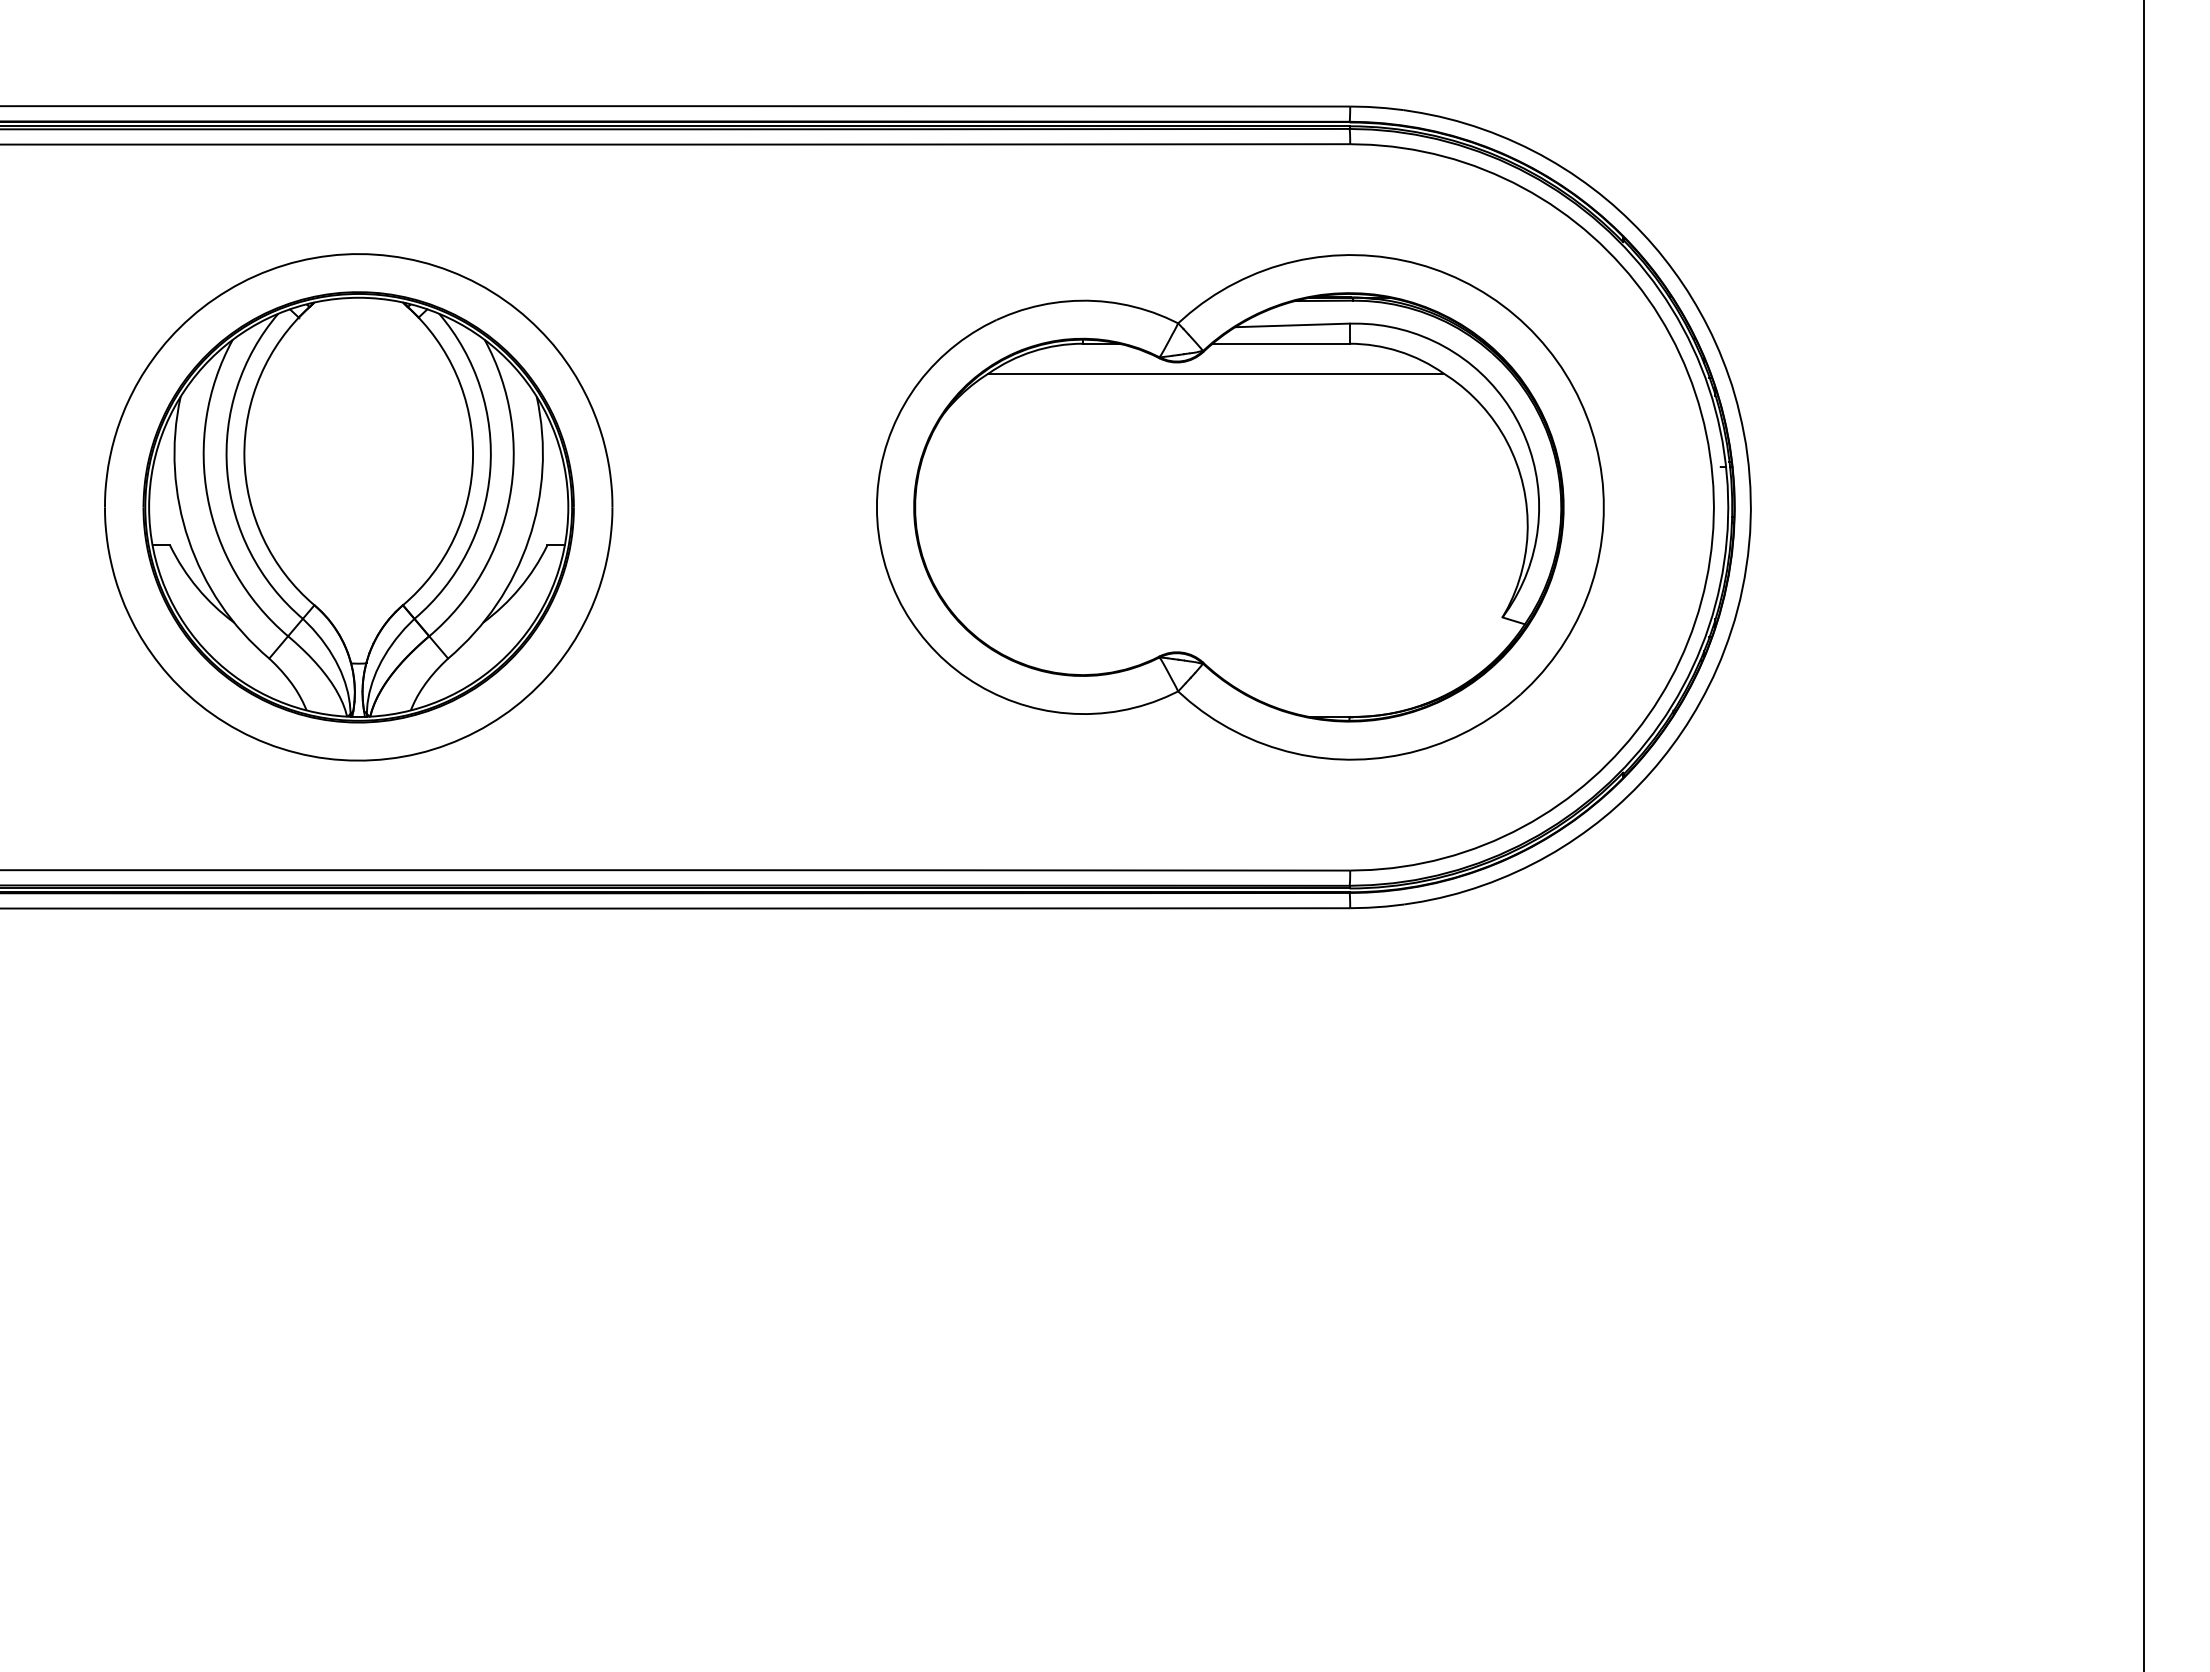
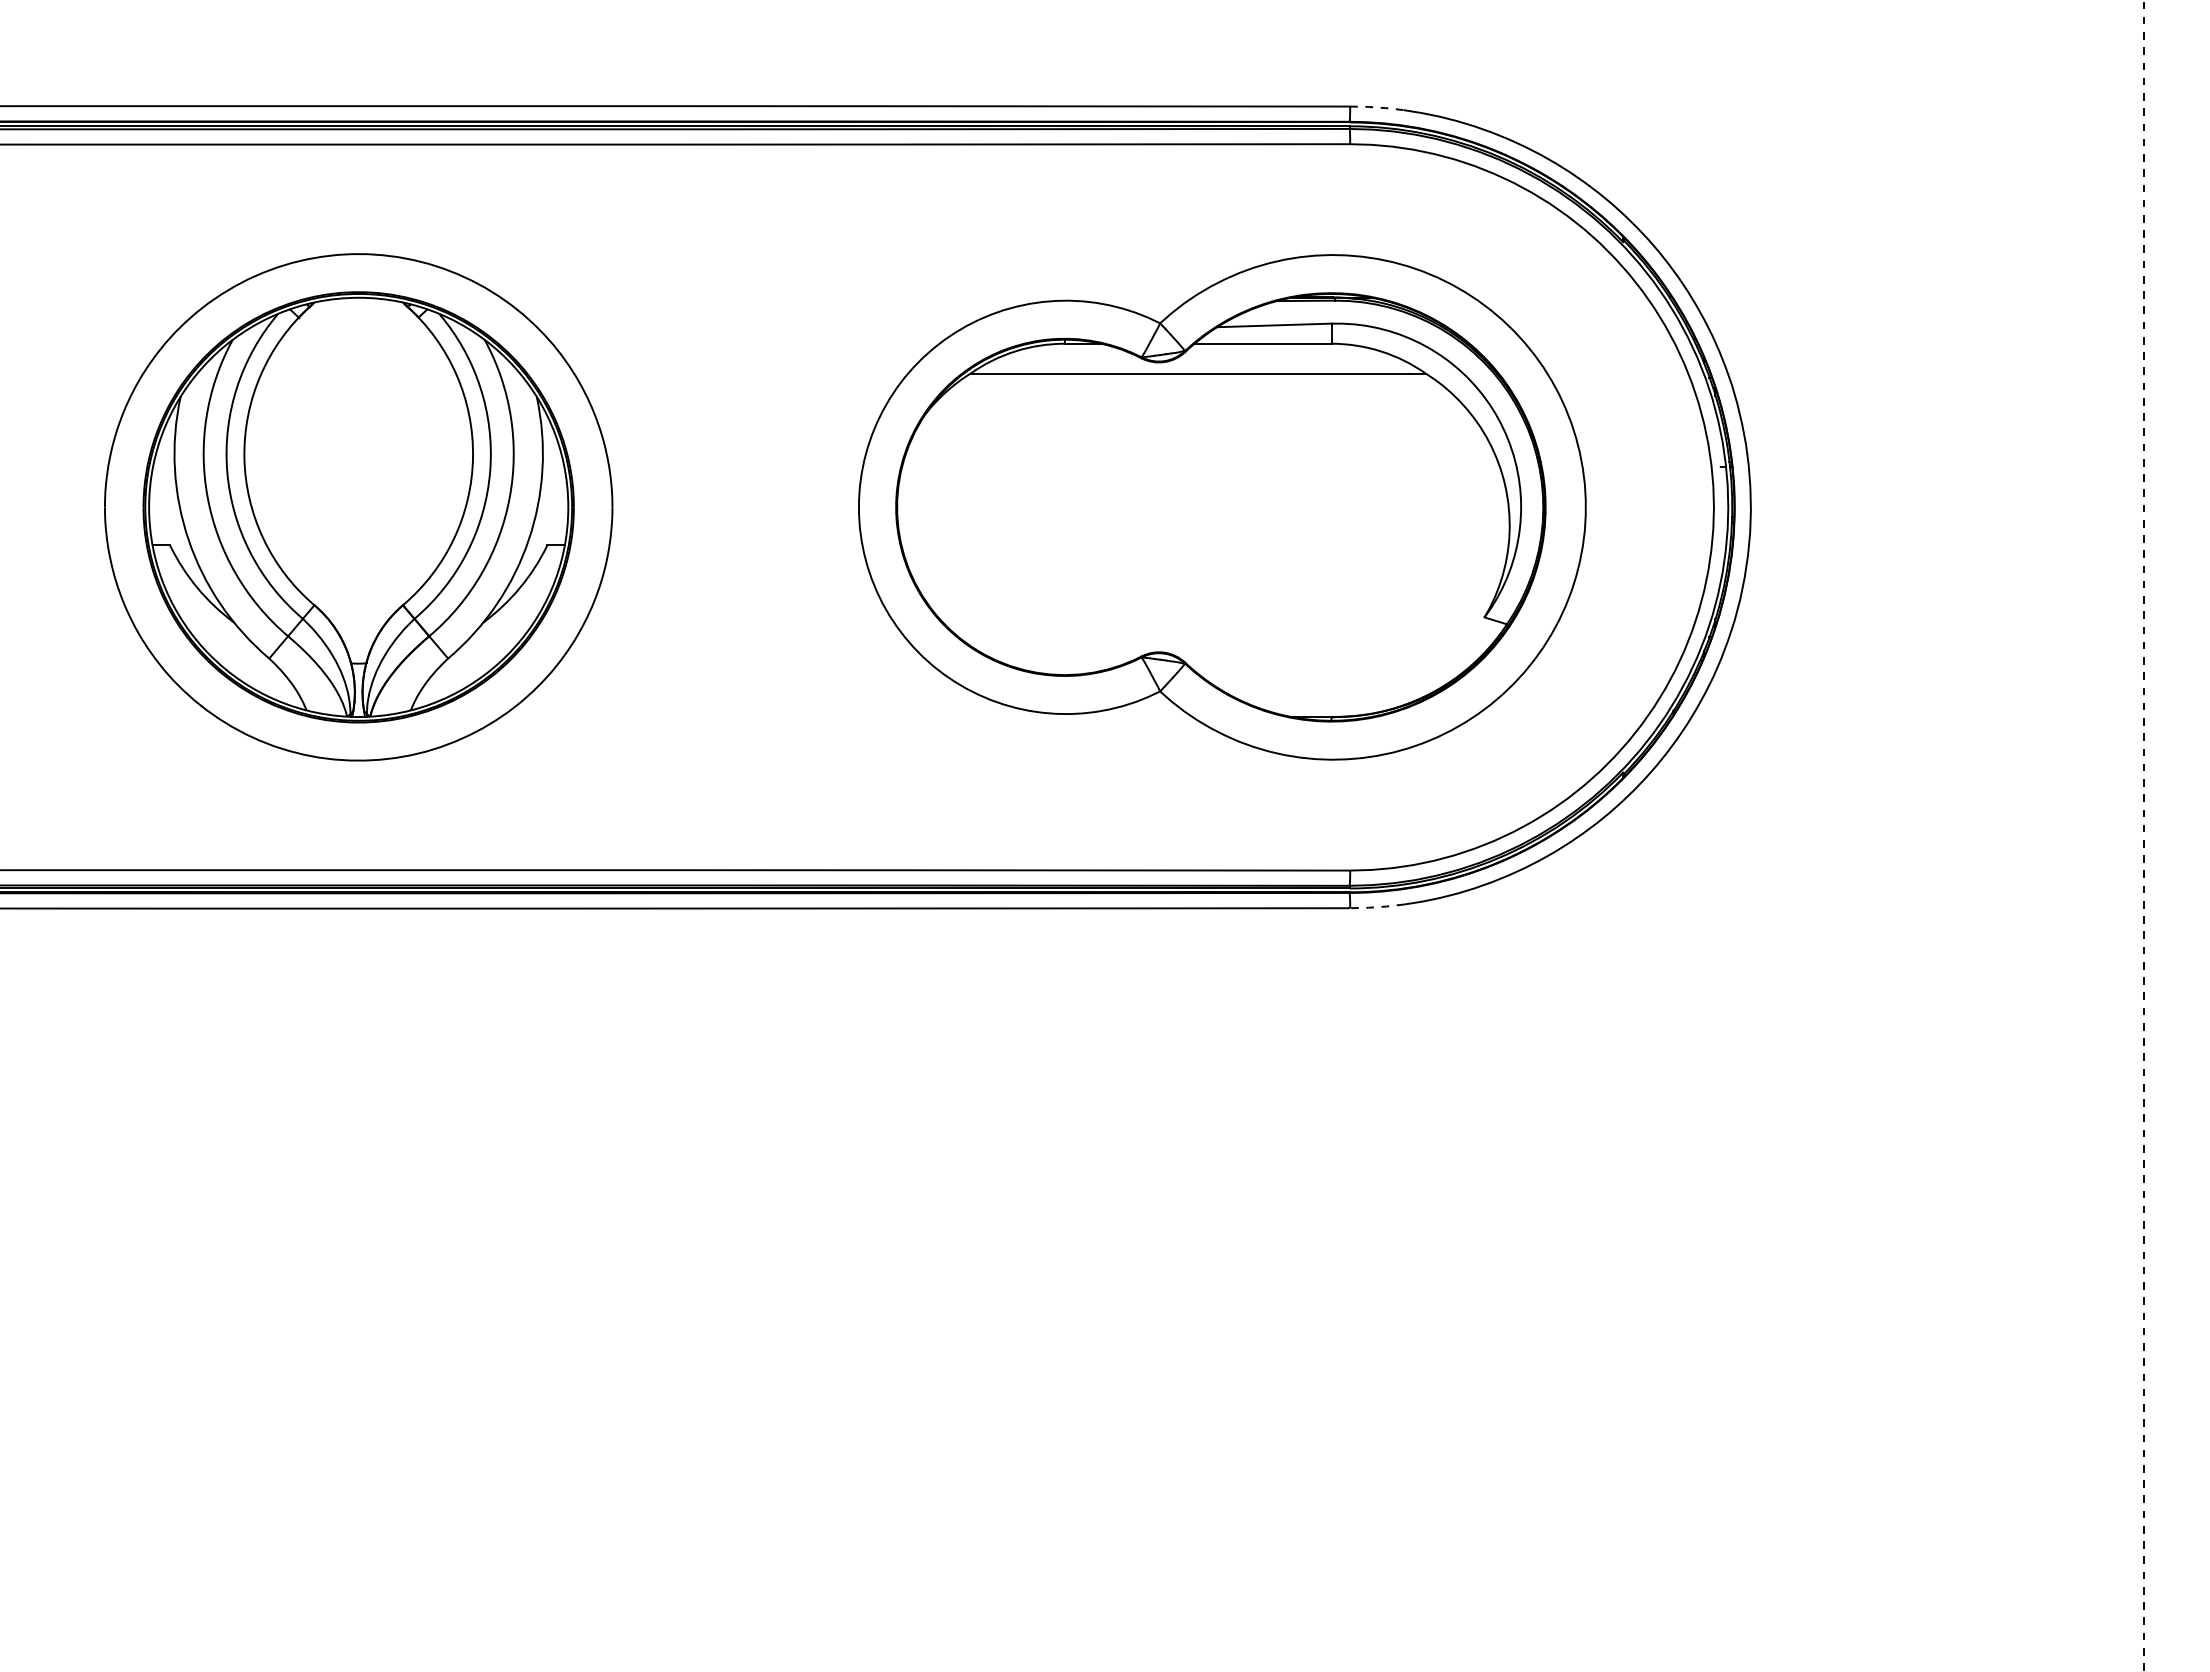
line at (1377, 107): solid -> dashed
part at (1240, 507) position: (1240, 507) -> (1222, 507)
line at (2143, 836): solid -> dashed
line at (1376, 907): solid -> dashed
